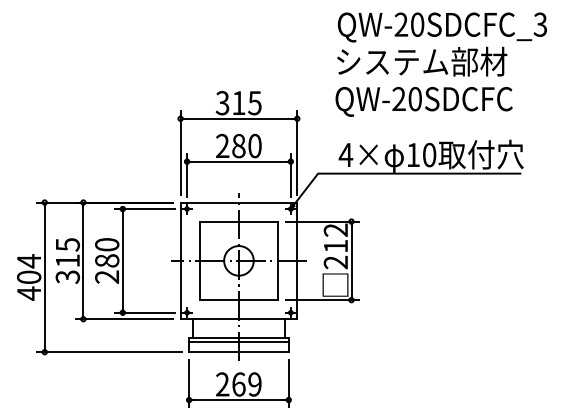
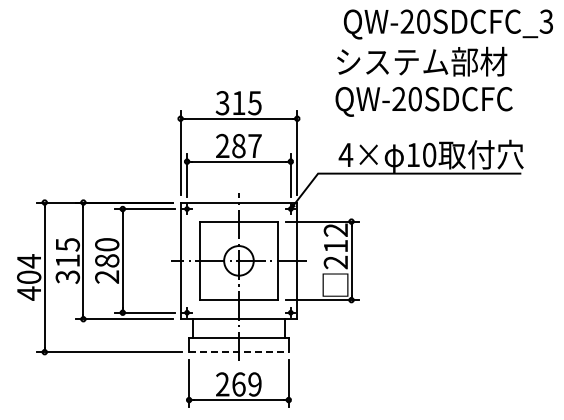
text at (442, 27) position: (442, 27) -> (448, 24)
text at (254, 145): 280 -> 287
line at (238, 342): present -> none
line at (238, 352): solid -> dashed
